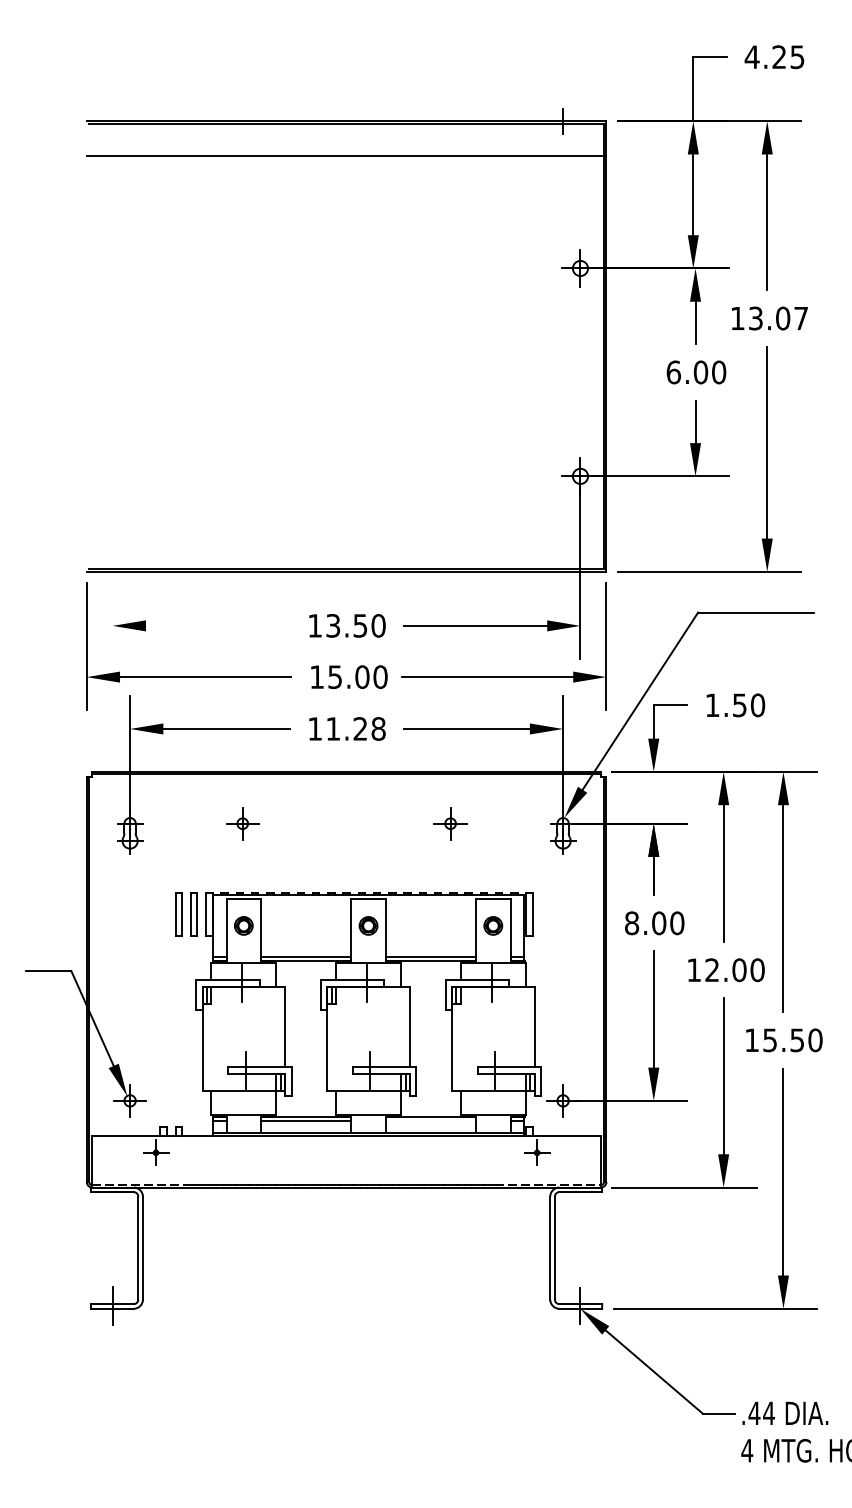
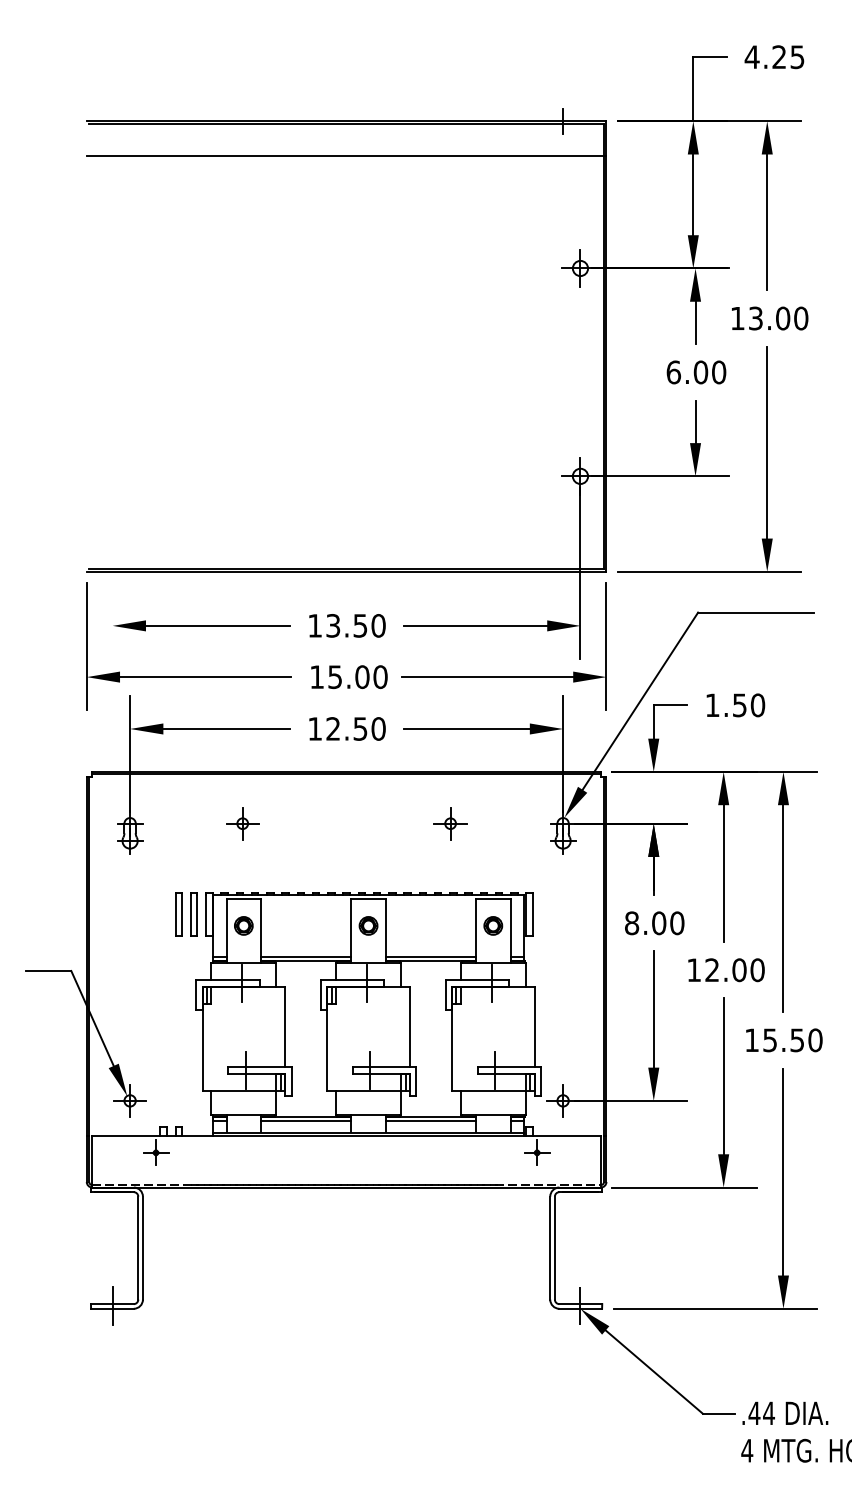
text at (801, 318): 13.07 -> 13.00
line at (217, 625): none -> present
text at (355, 728): 11.28 -> 12.50
line at (430, 1120): none -> present
